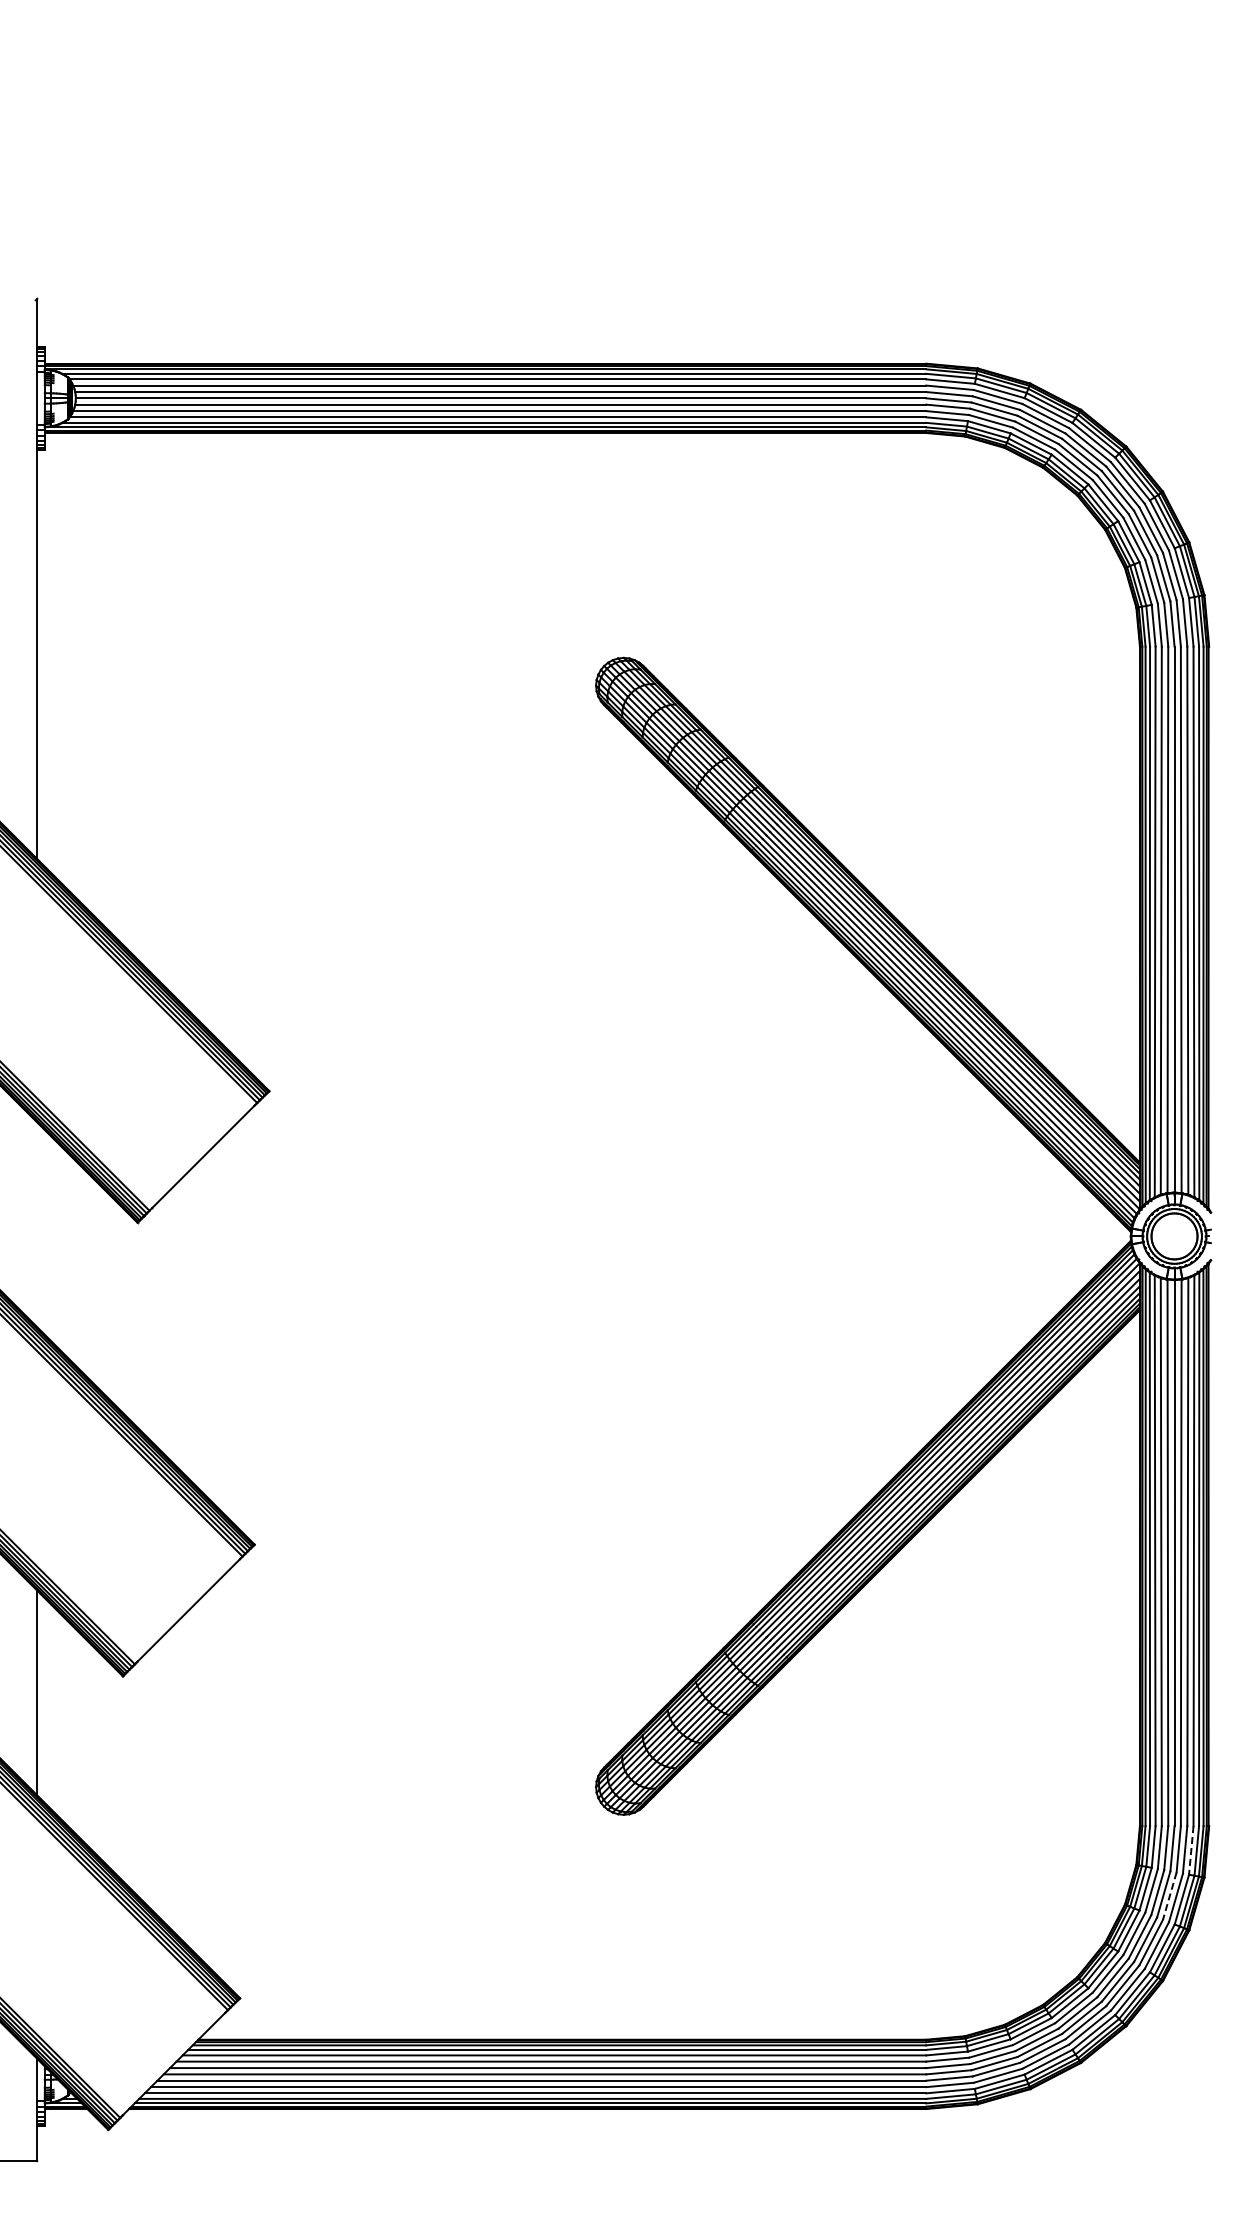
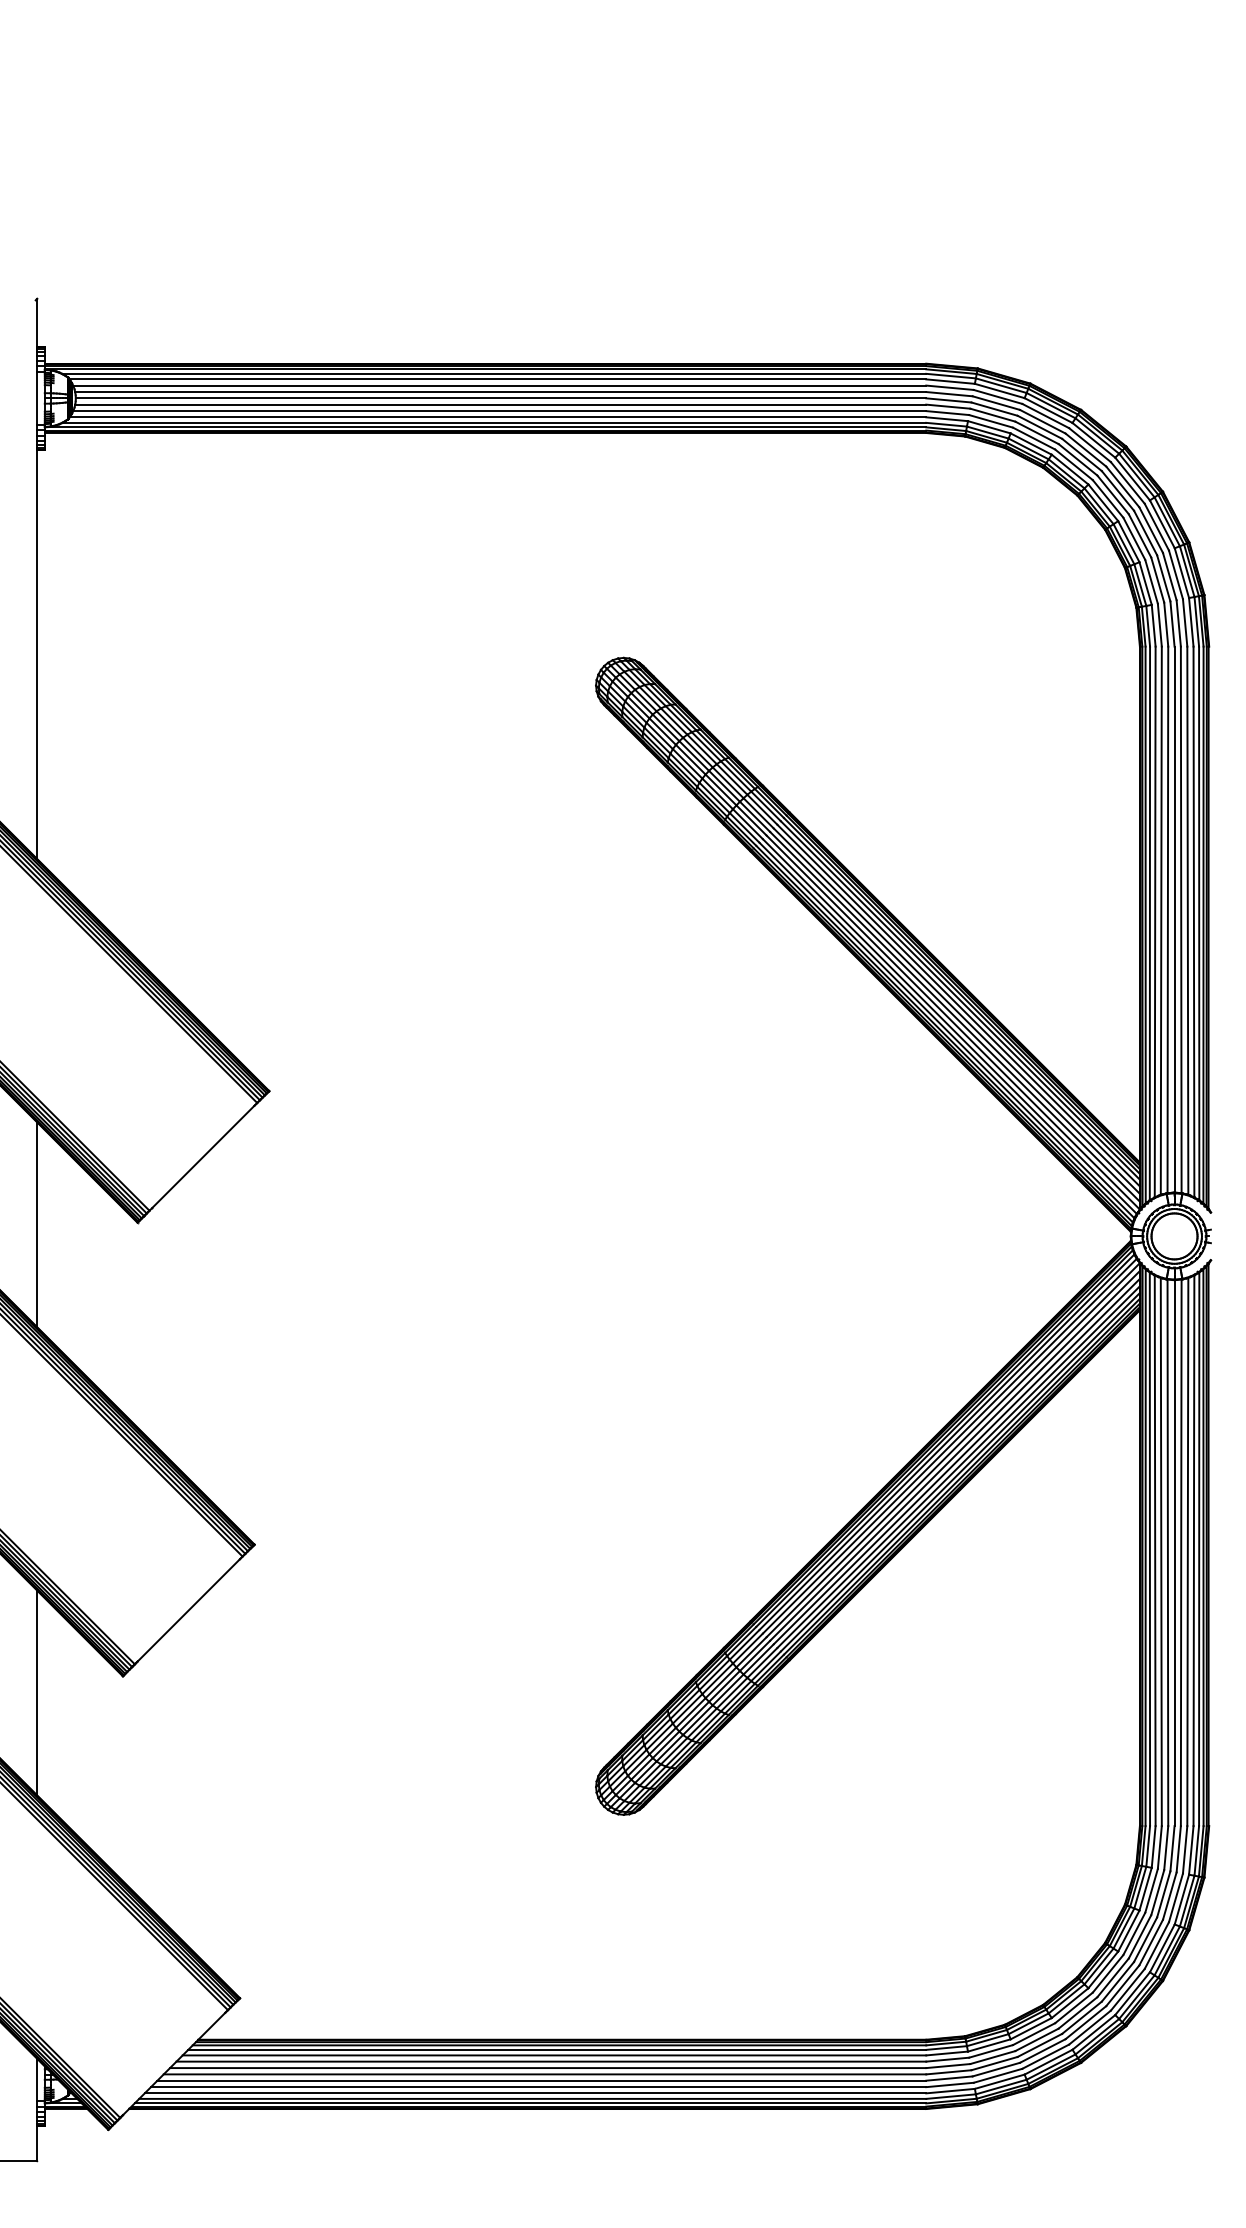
line at (37, 1224): none -> present
line at (1191, 1850): dashed -> solid
line at (1169, 1896): dashed -> solid
